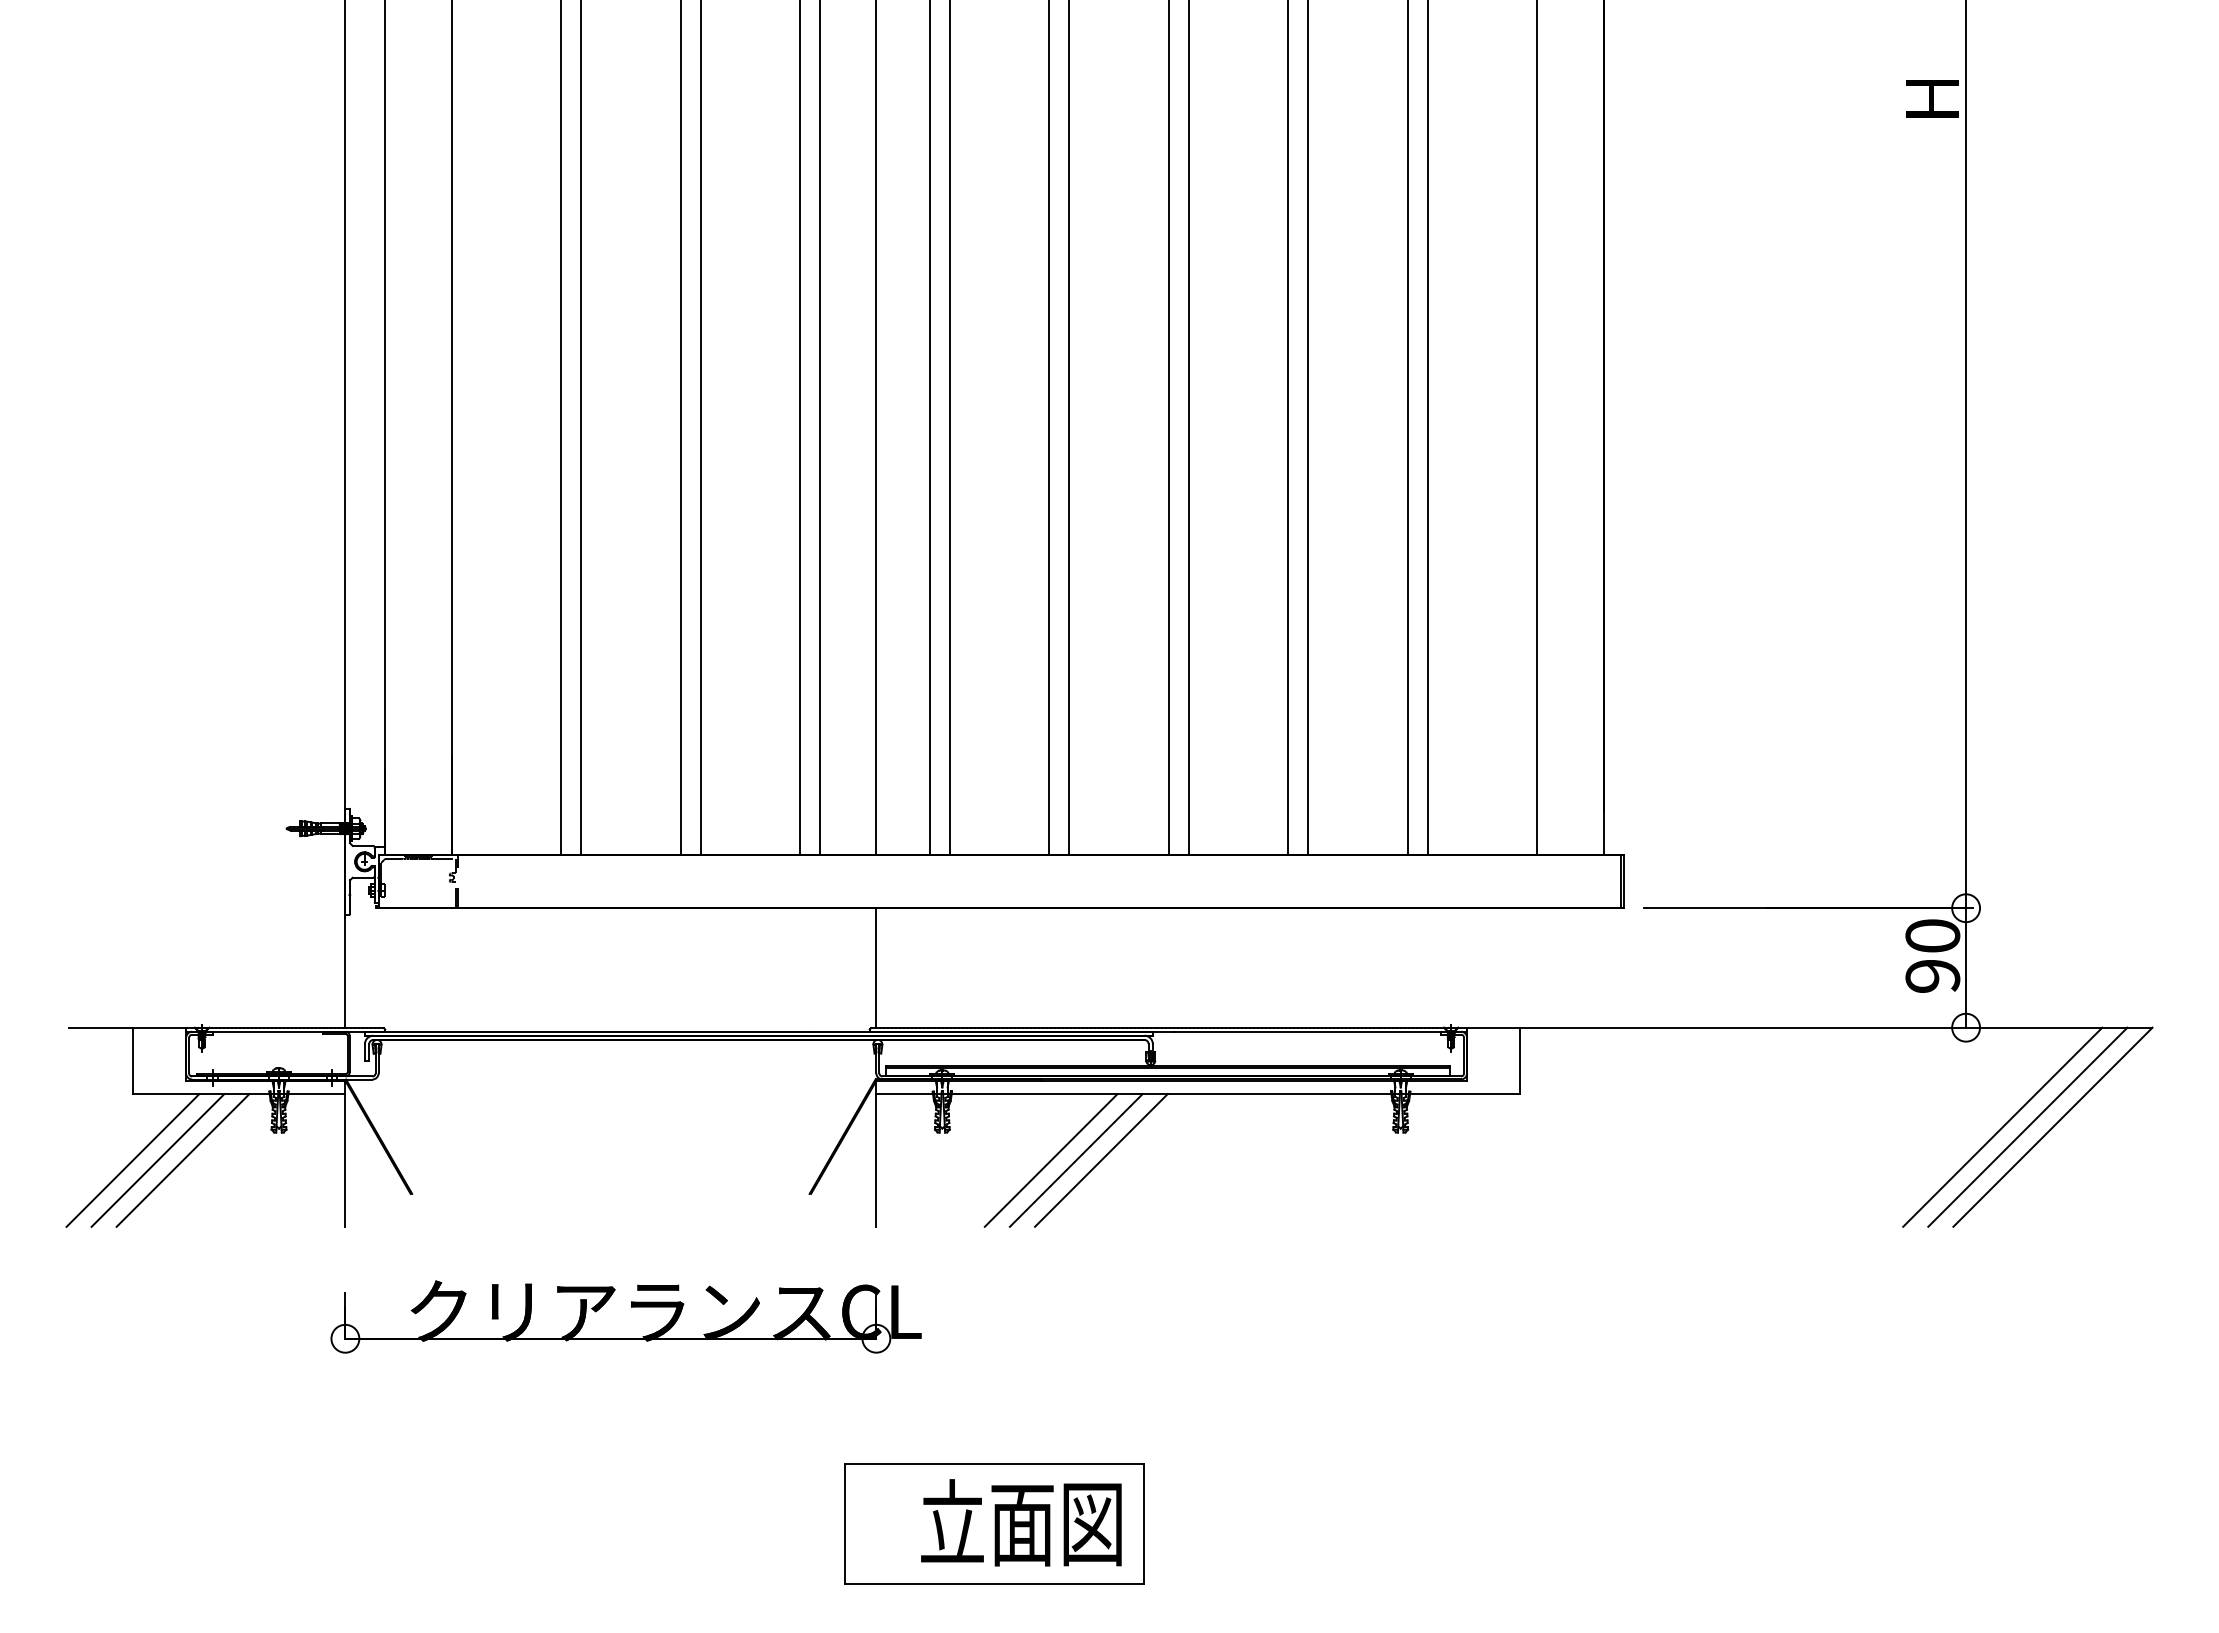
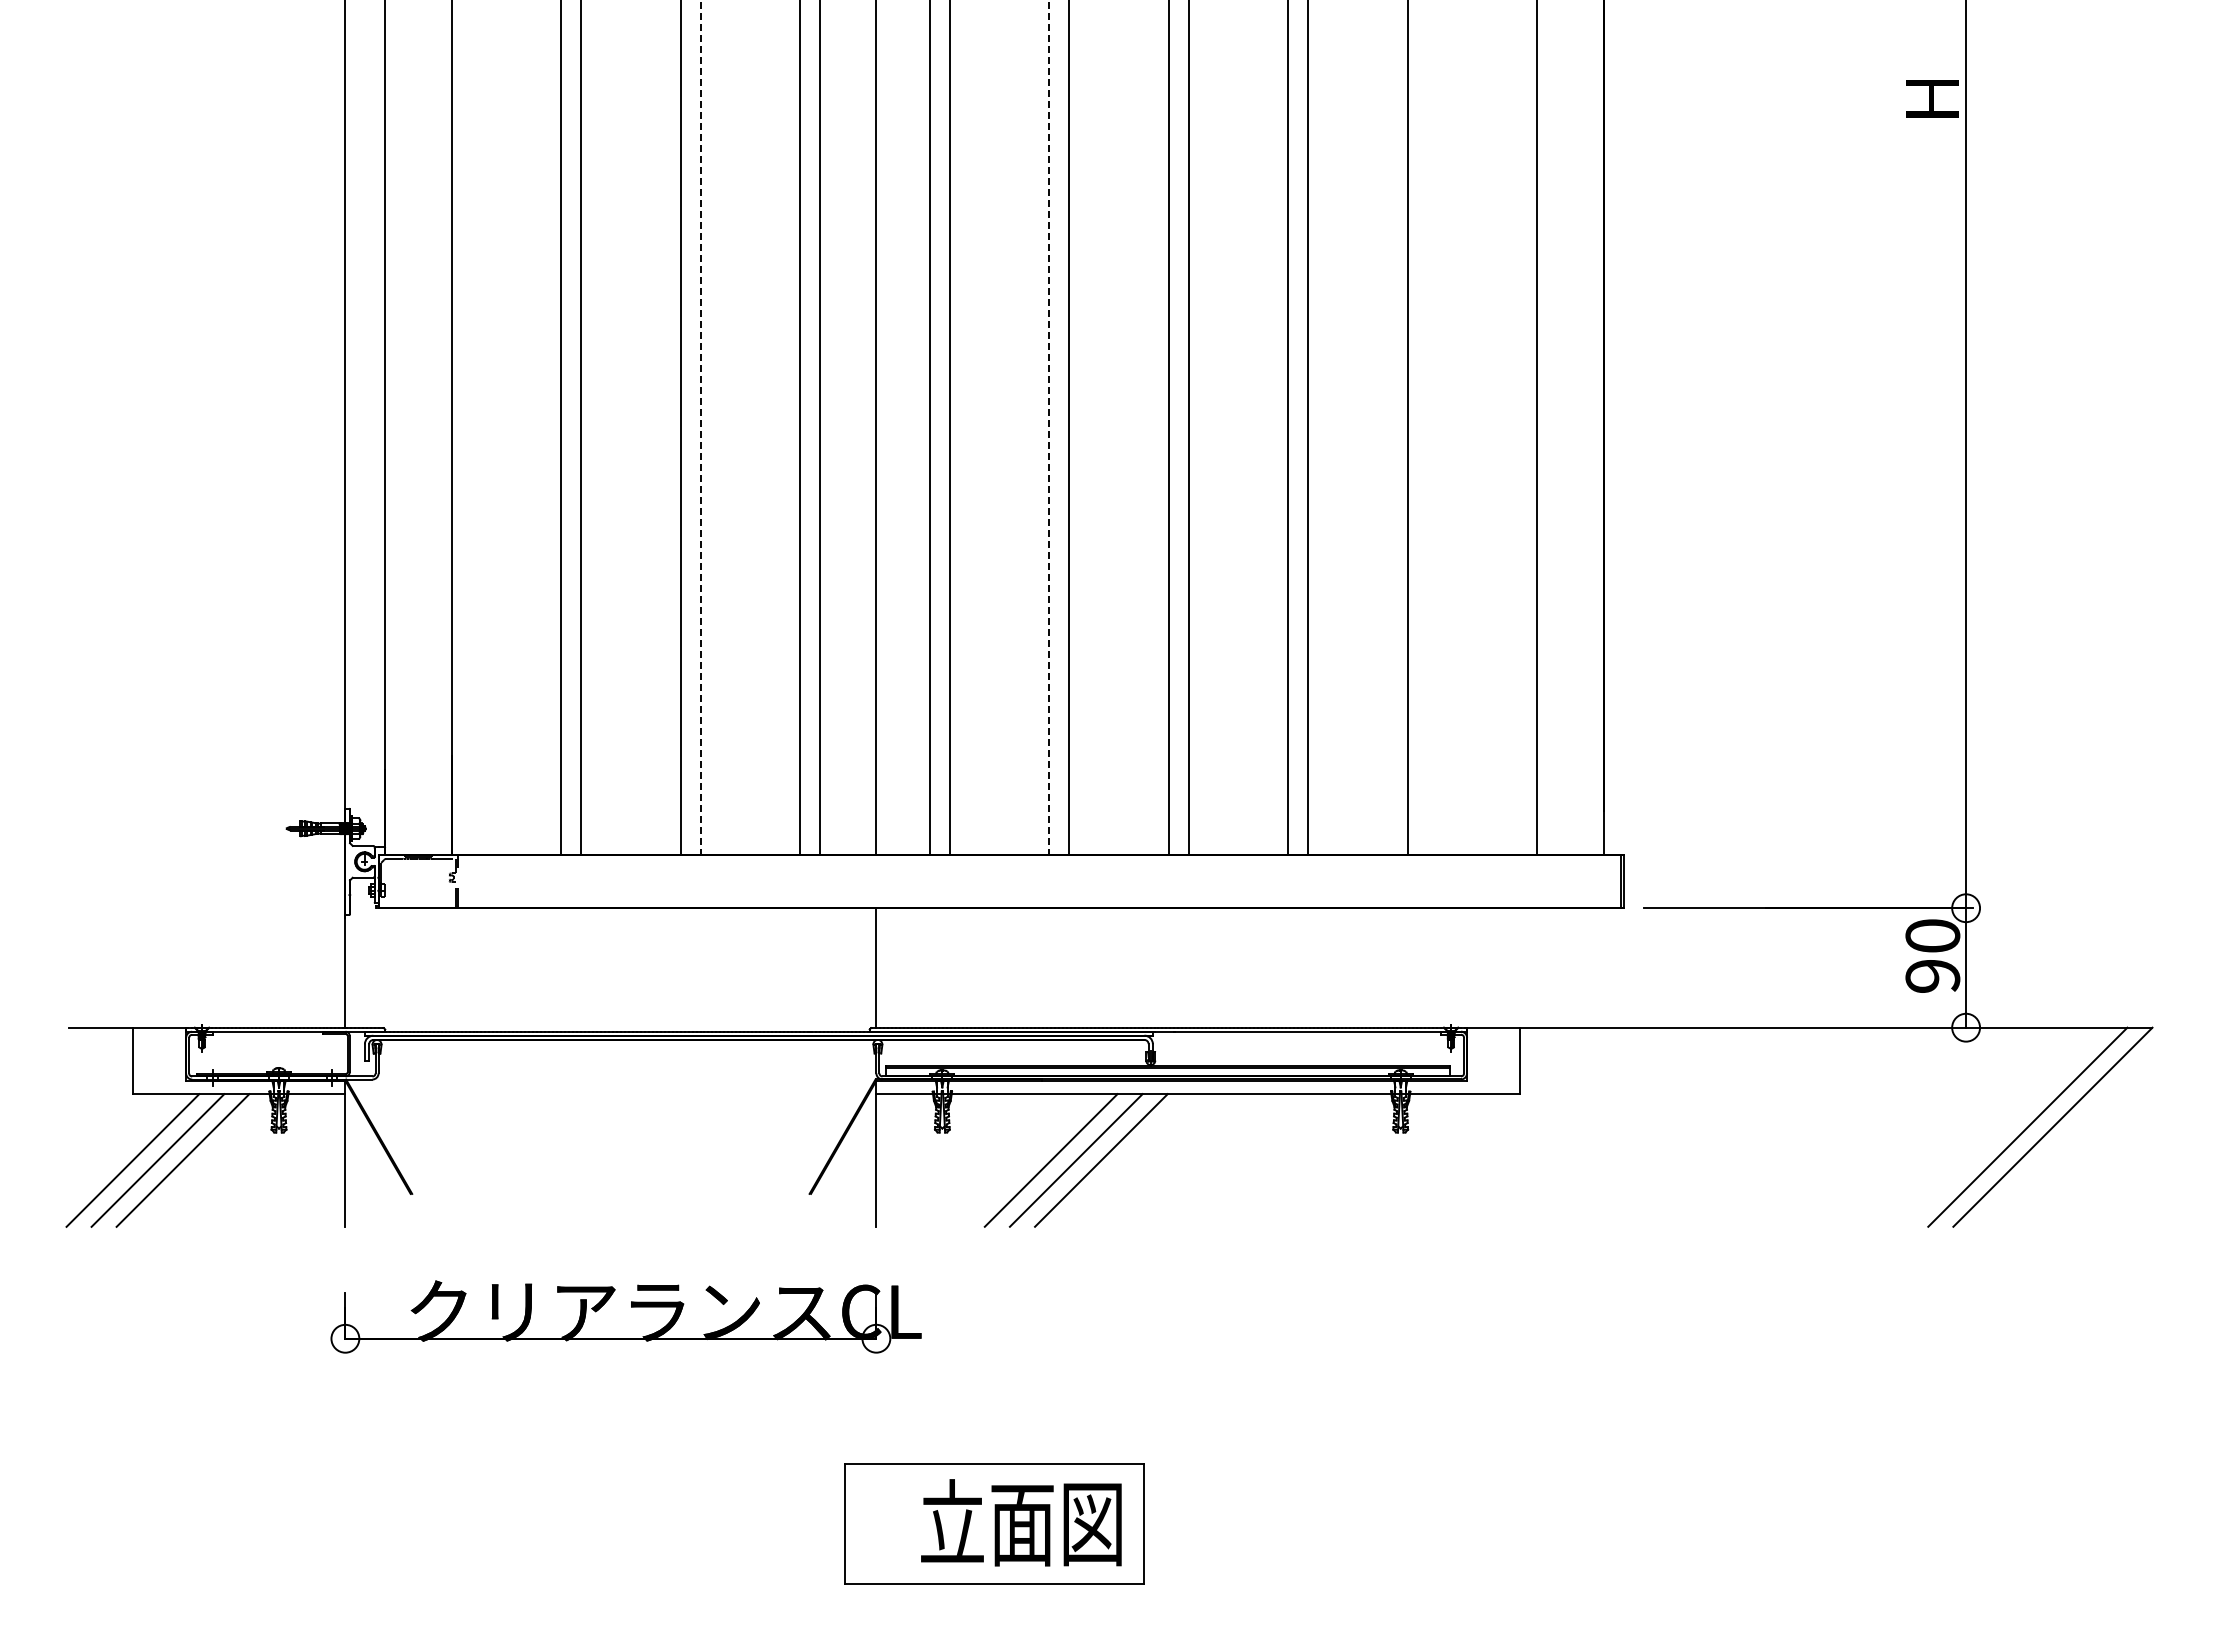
line at (700, 428): solid -> dashed
line at (1049, 428): solid -> dashed
line at (1427, 428): present -> none
line at (2002, 1126): present -> none
